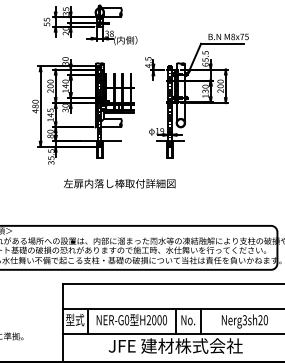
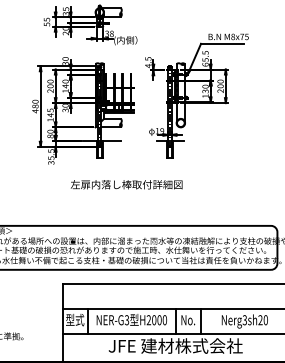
text at (119, 183) position: (119, 183) -> (126, 184)
text at (126, 320): NER-G0 -> NER-G3
